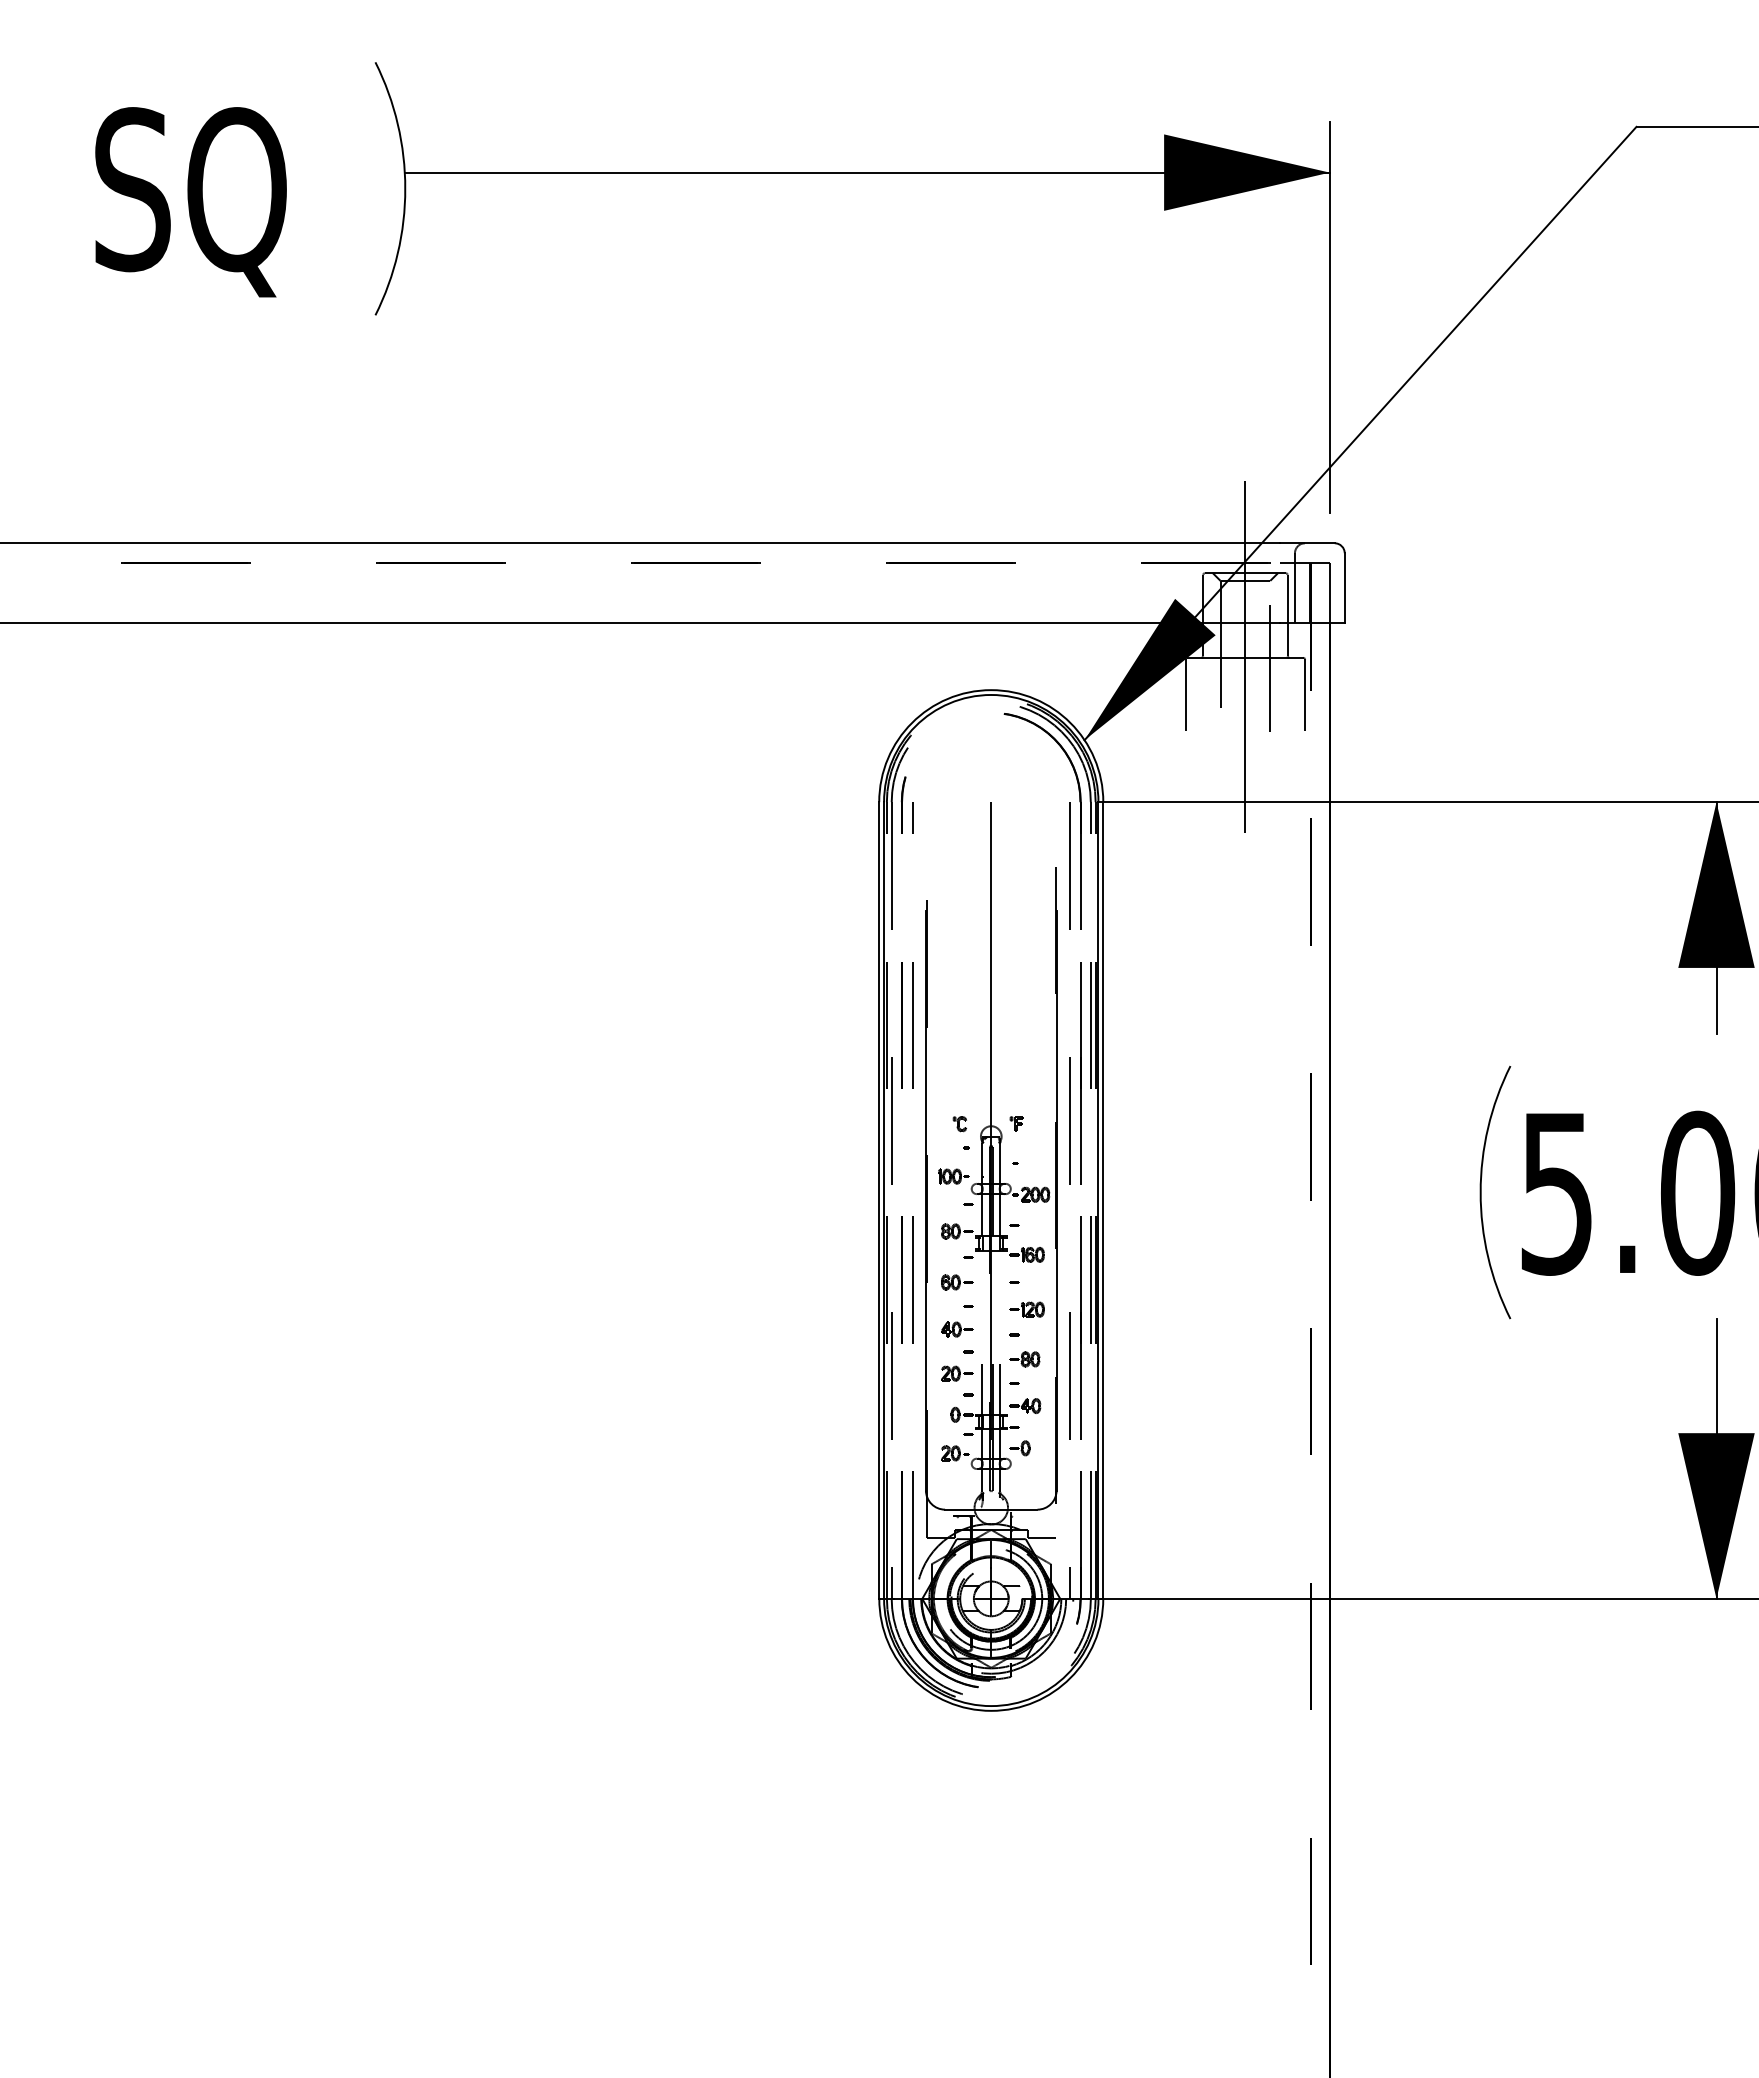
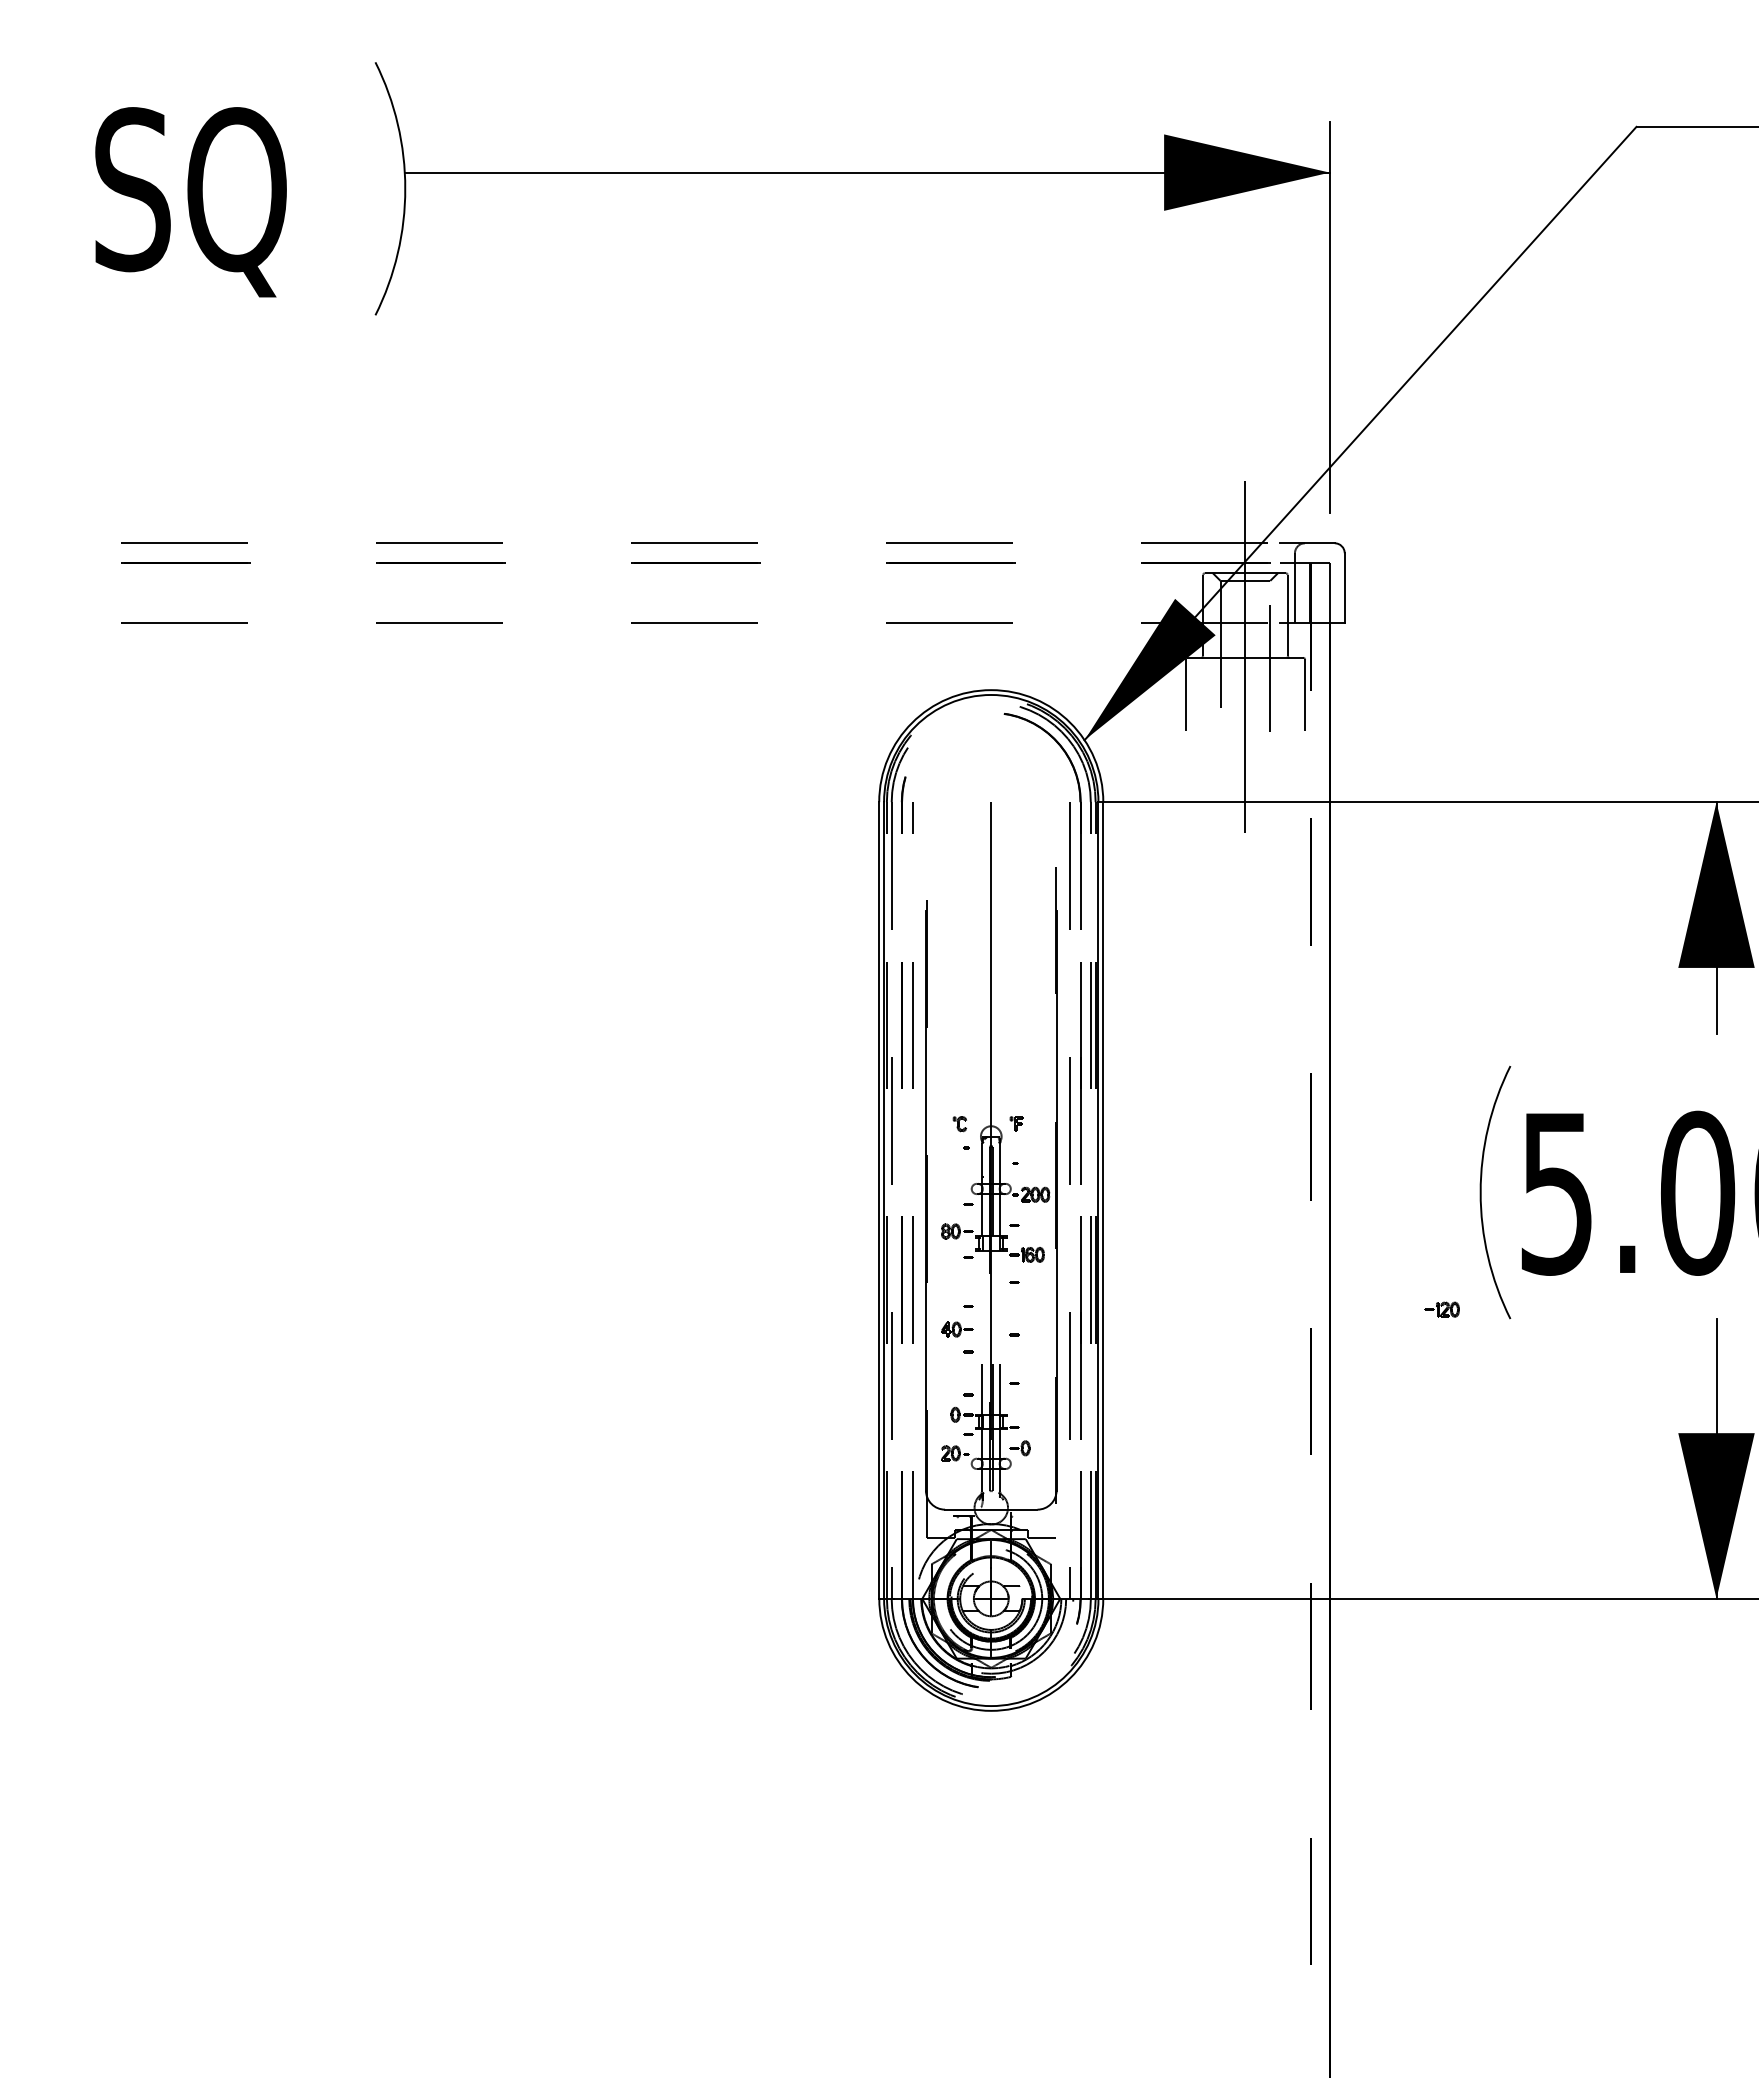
line at (640, 543): solid -> dashed
line at (640, 622): solid -> dashed
part at (953, 1176): present -> none
part at (957, 1282): present -> none
part at (1026, 1309) position: (1026, 1309) -> (1441, 1309)
part at (1024, 1359): present -> none
part at (957, 1373): present -> none
part at (1025, 1405): present -> none
